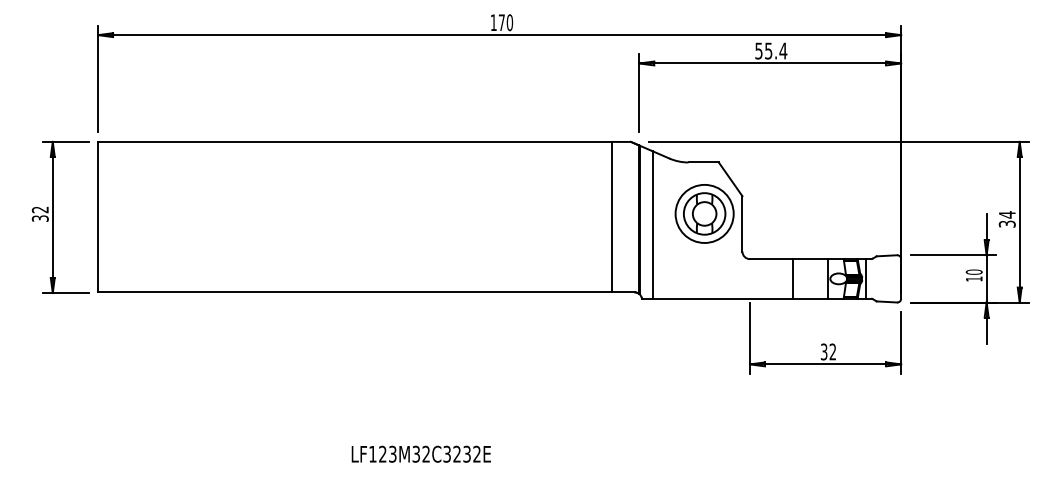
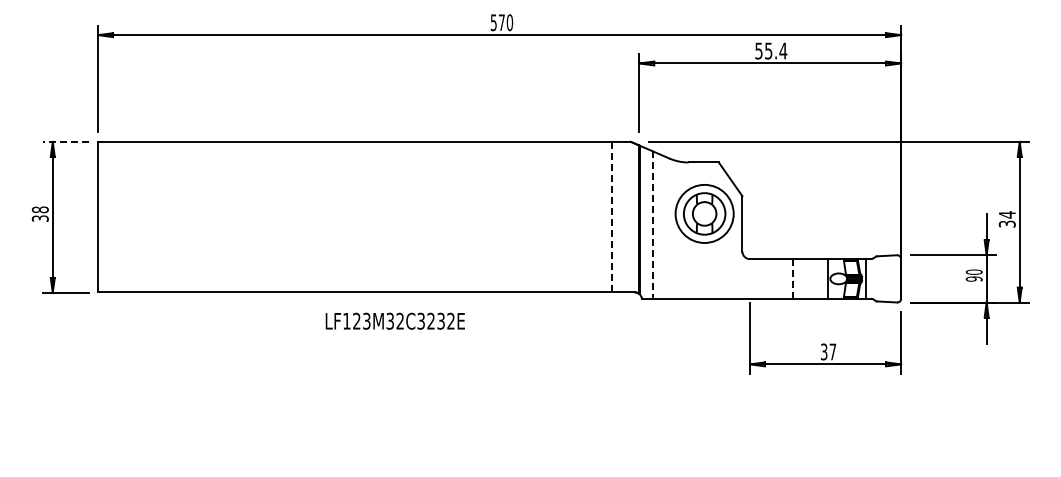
text at (493, 22): 170 -> 570
line at (66, 141): solid -> dashed
text at (40, 209): 32 -> 38
line at (611, 217): solid -> dashed
line at (652, 224): solid -> dashed
line at (793, 278): solid -> dashed
text at (973, 278): 10 -> 90
text at (832, 351): 32 -> 37
text at (420, 453) position: (420, 453) -> (394, 320)
